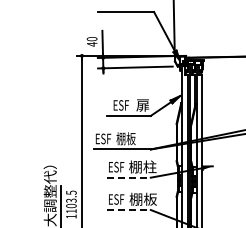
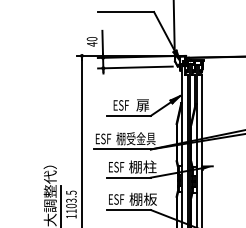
text at (140, 138): 棚板 -> 棚受金具
line at (129, 177): dashed -> solid
line at (129, 210): dashed -> solid
